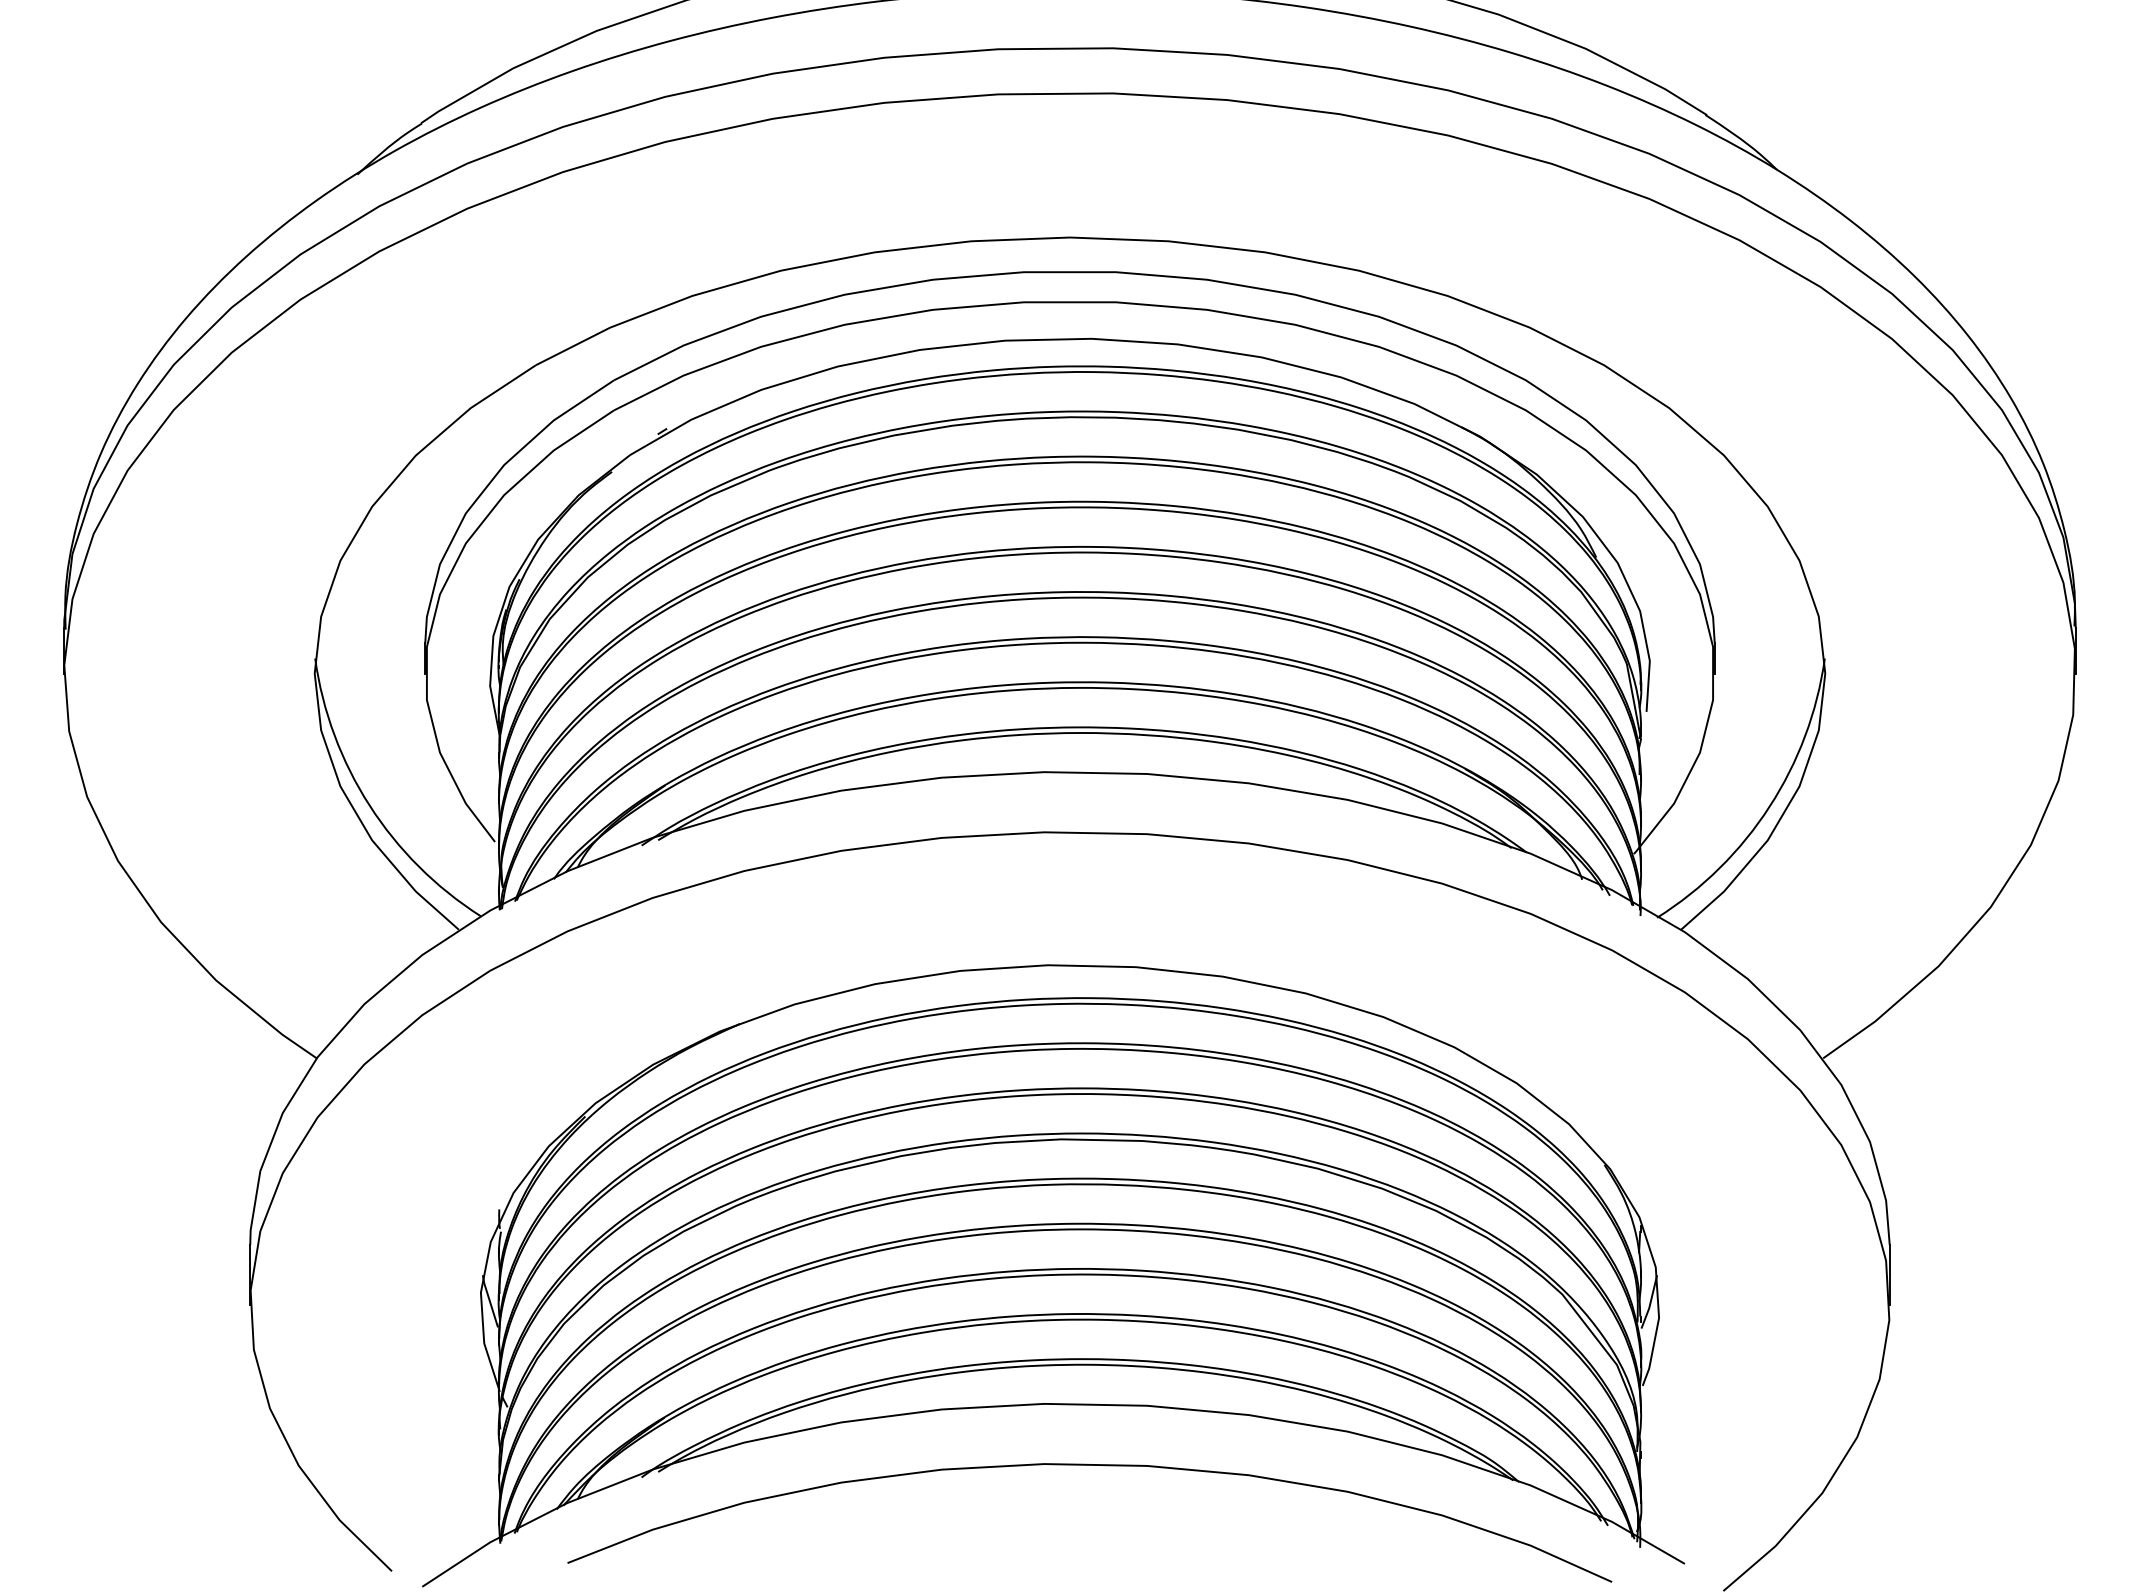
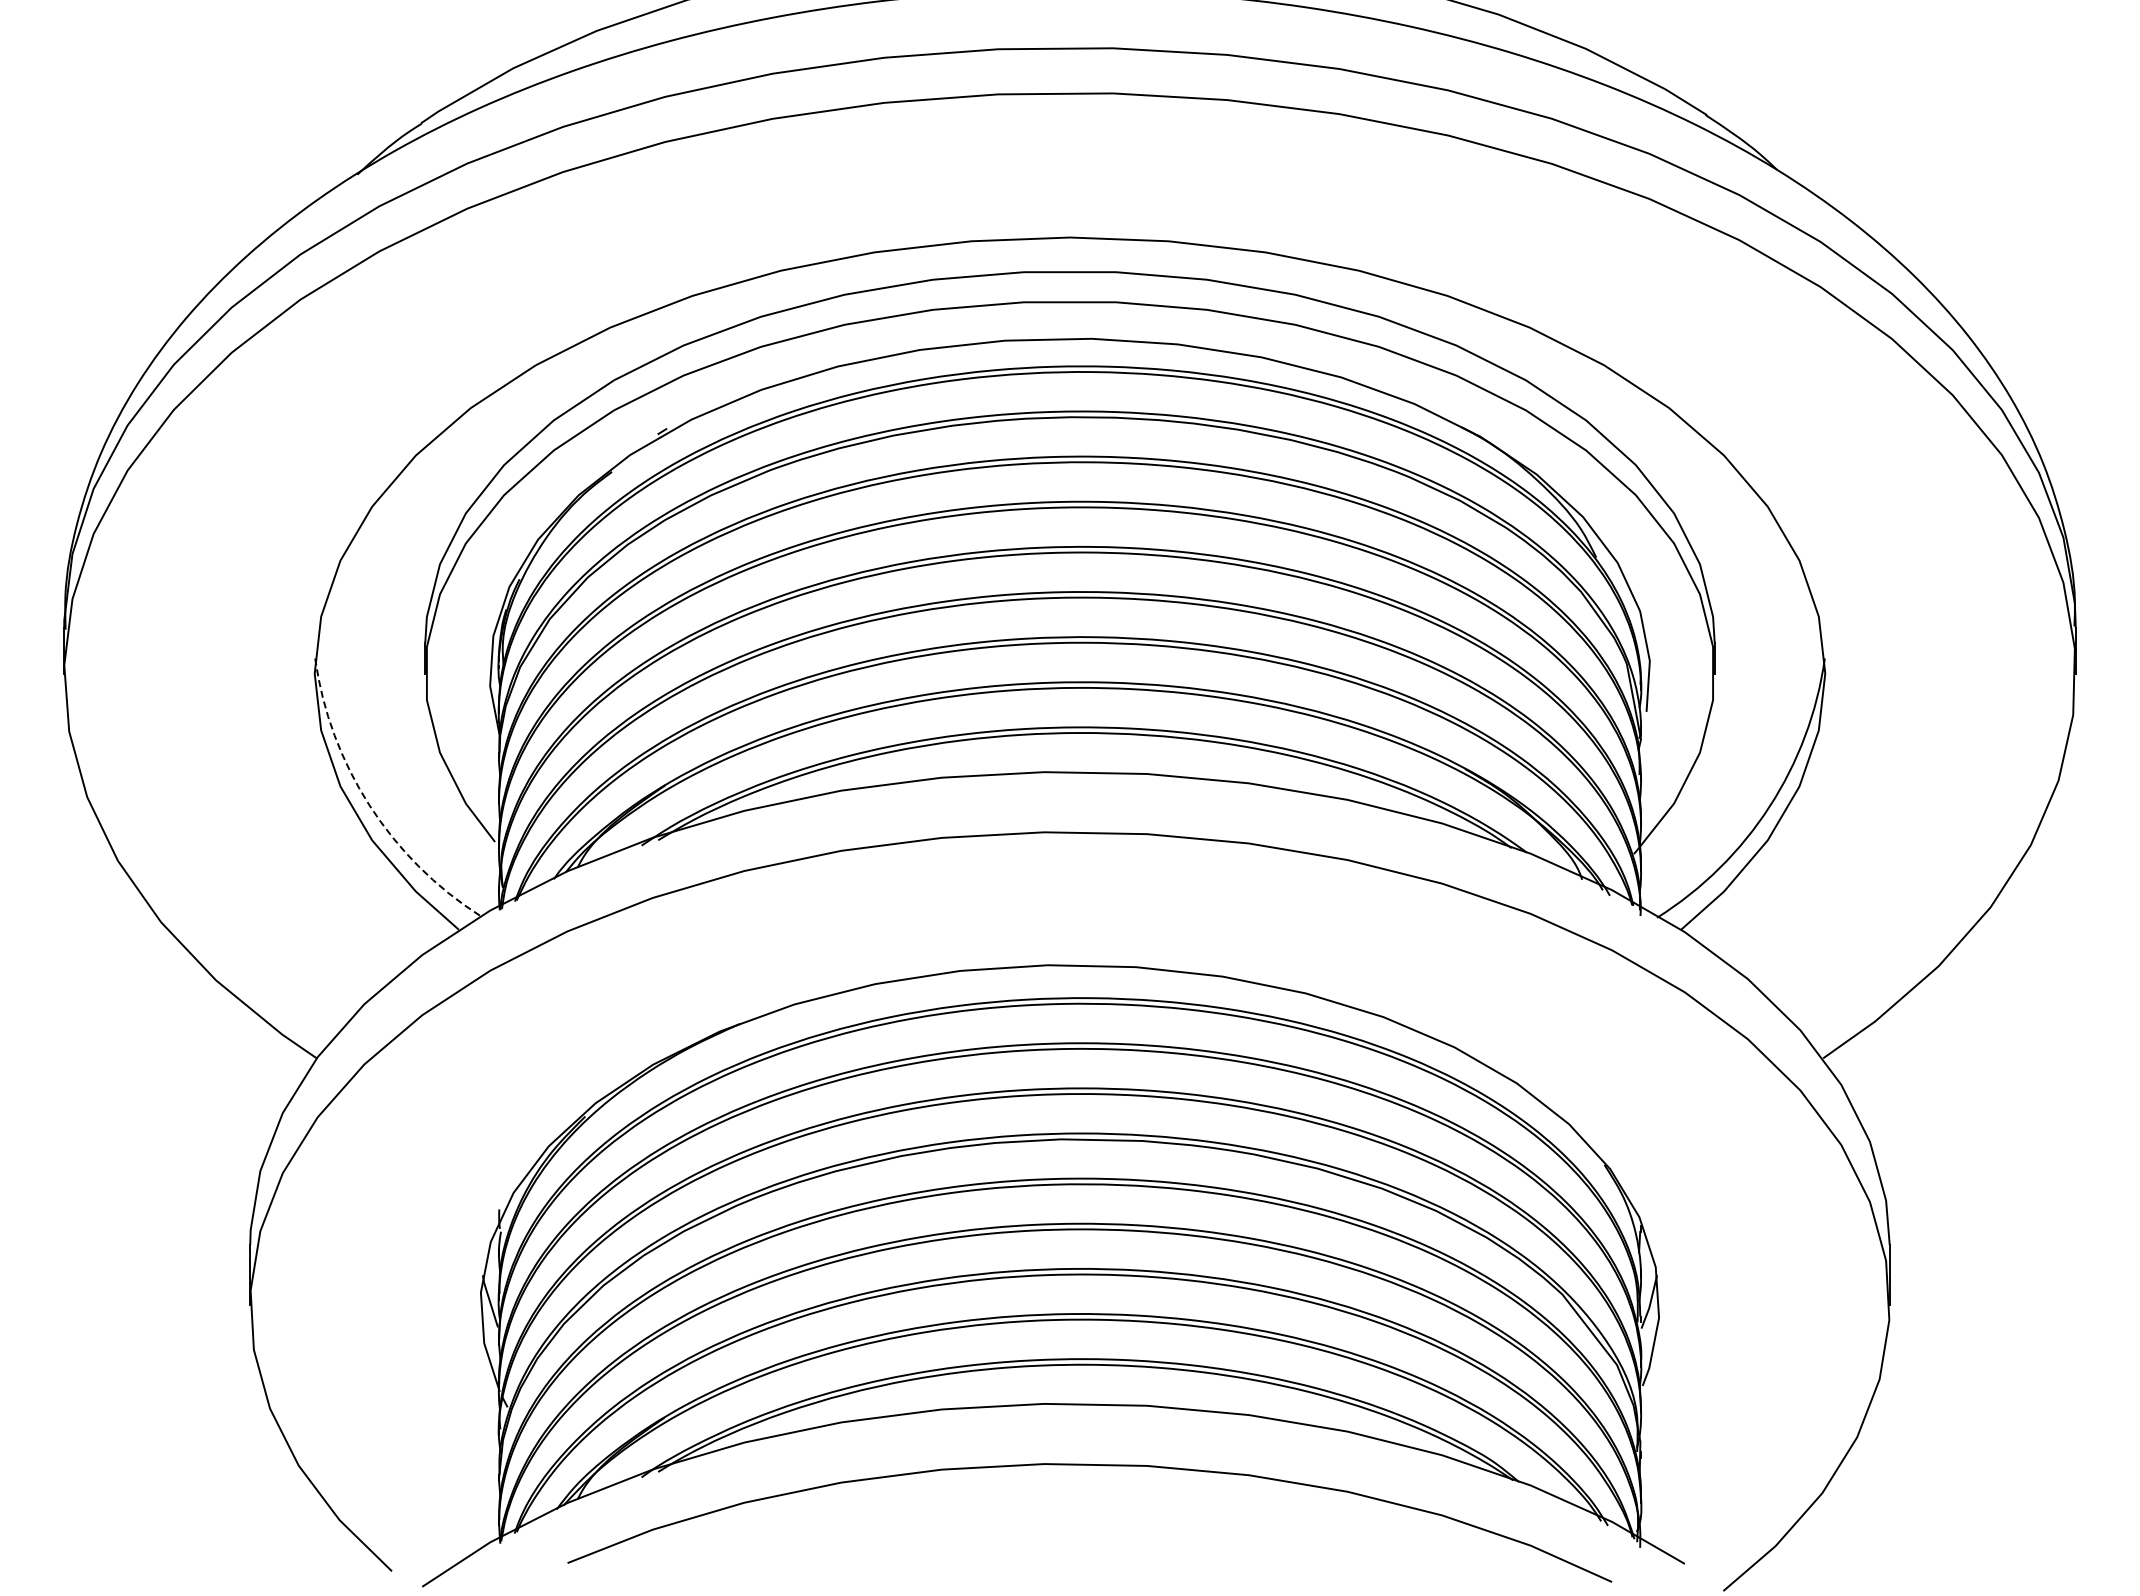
arc at (369, 805): solid -> dashed
